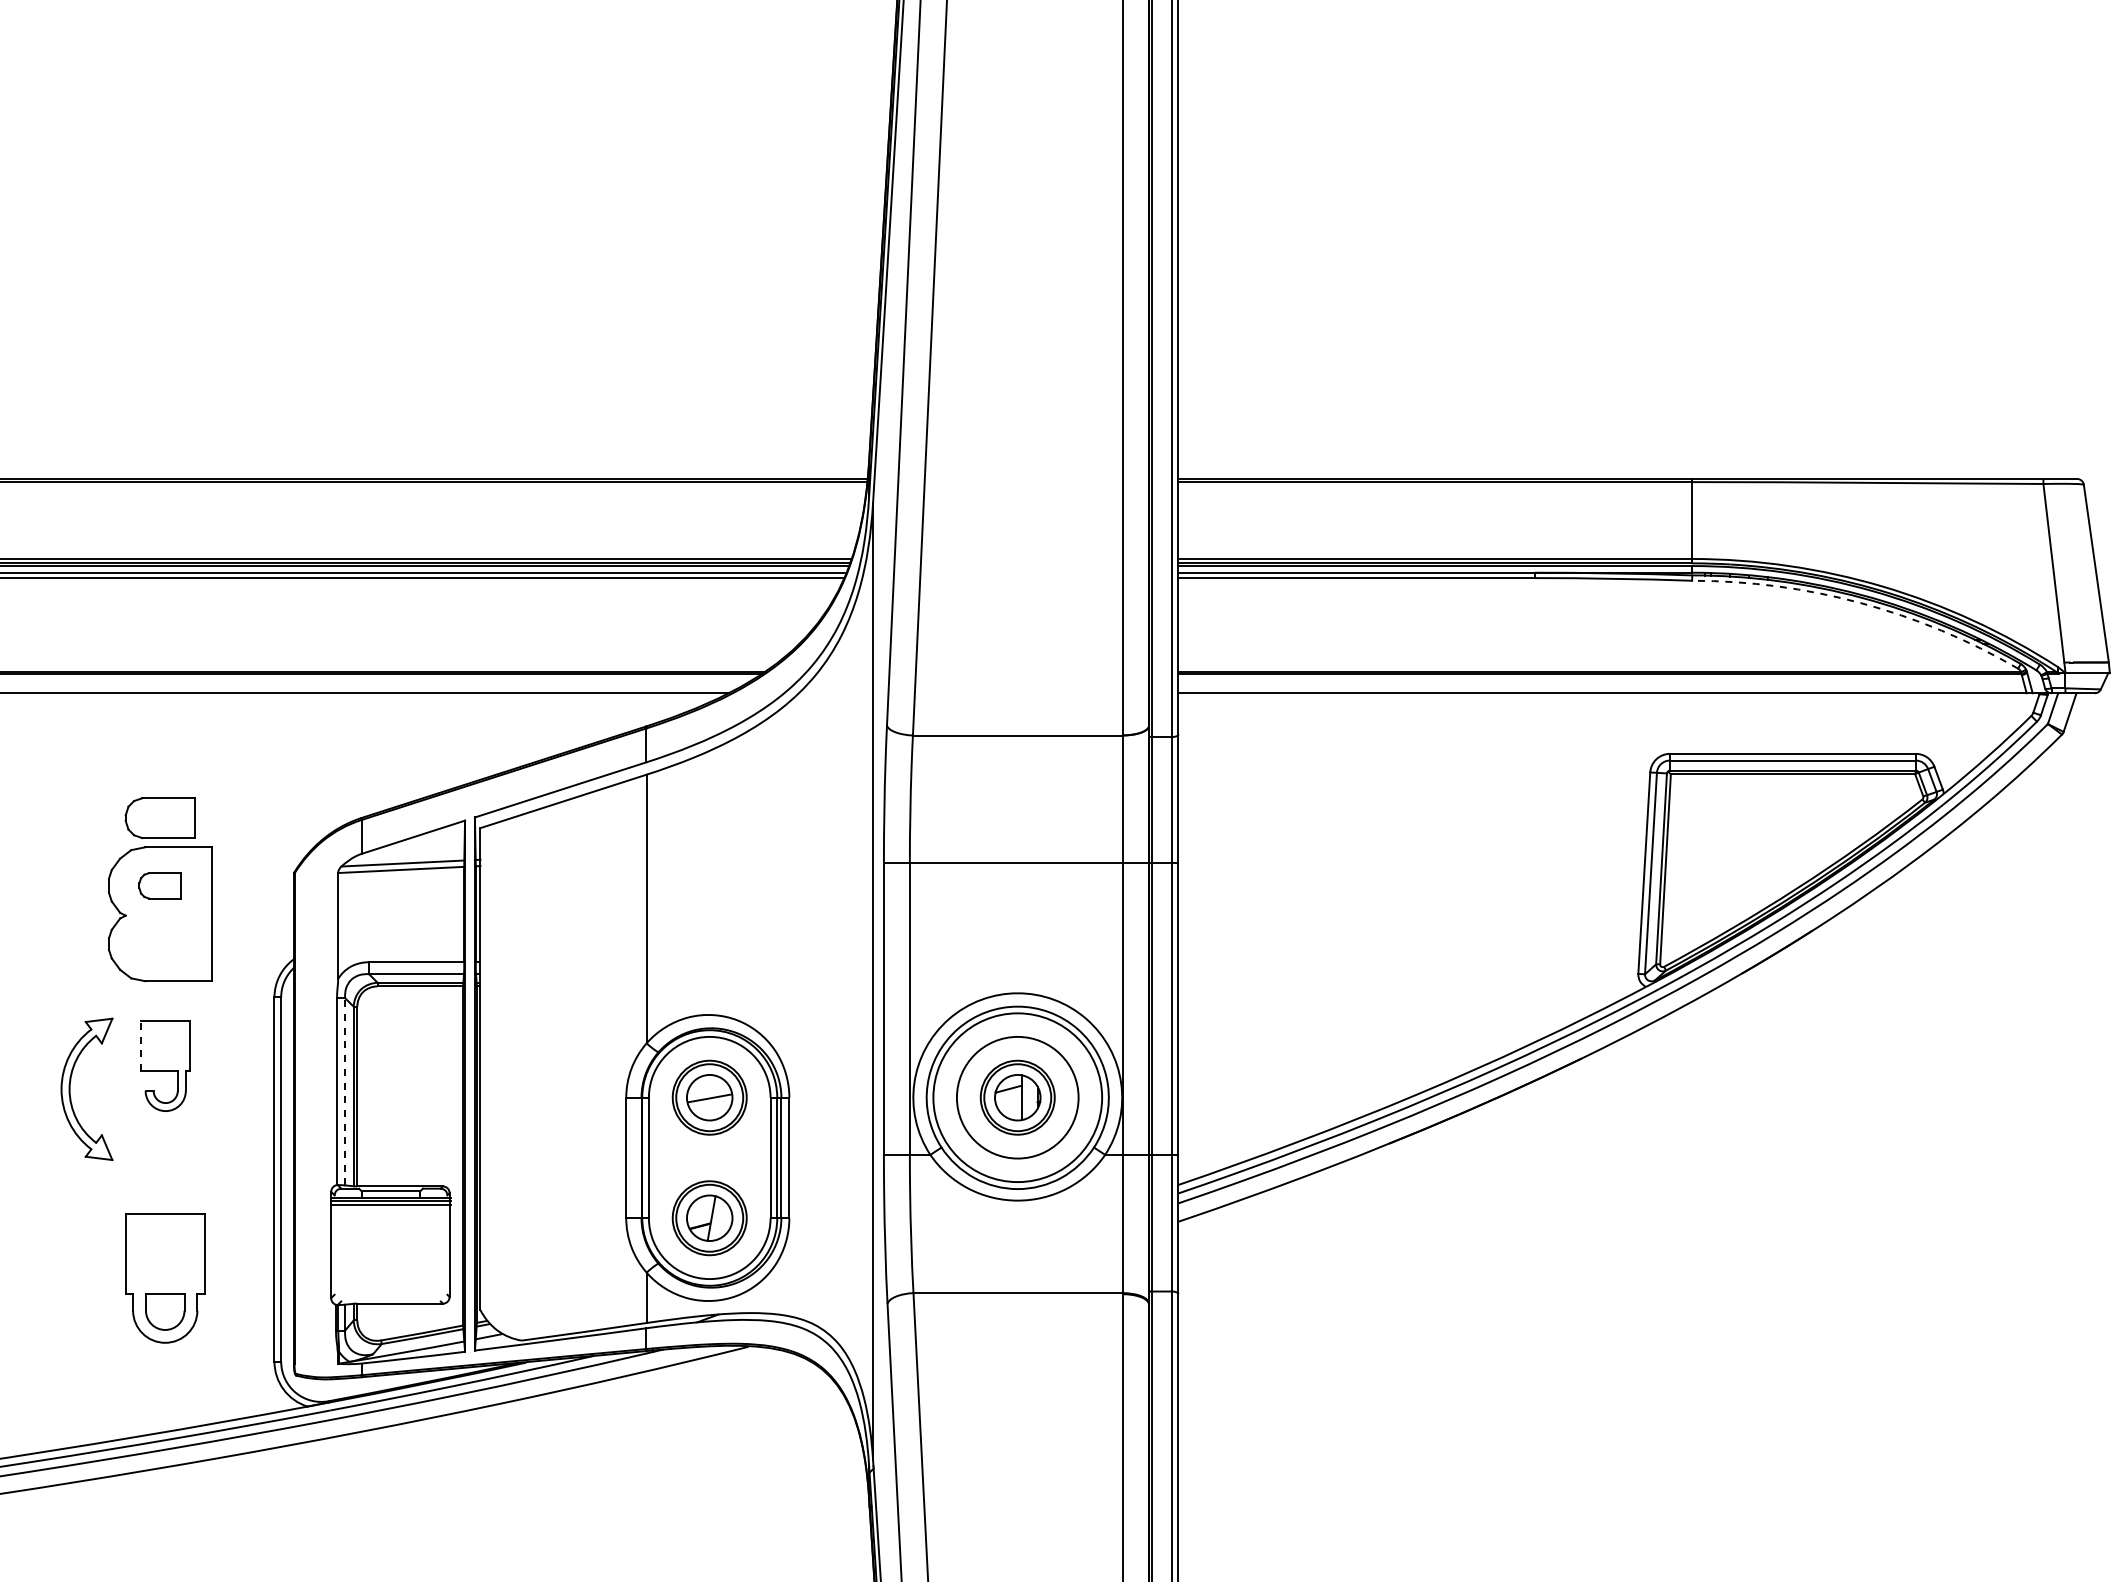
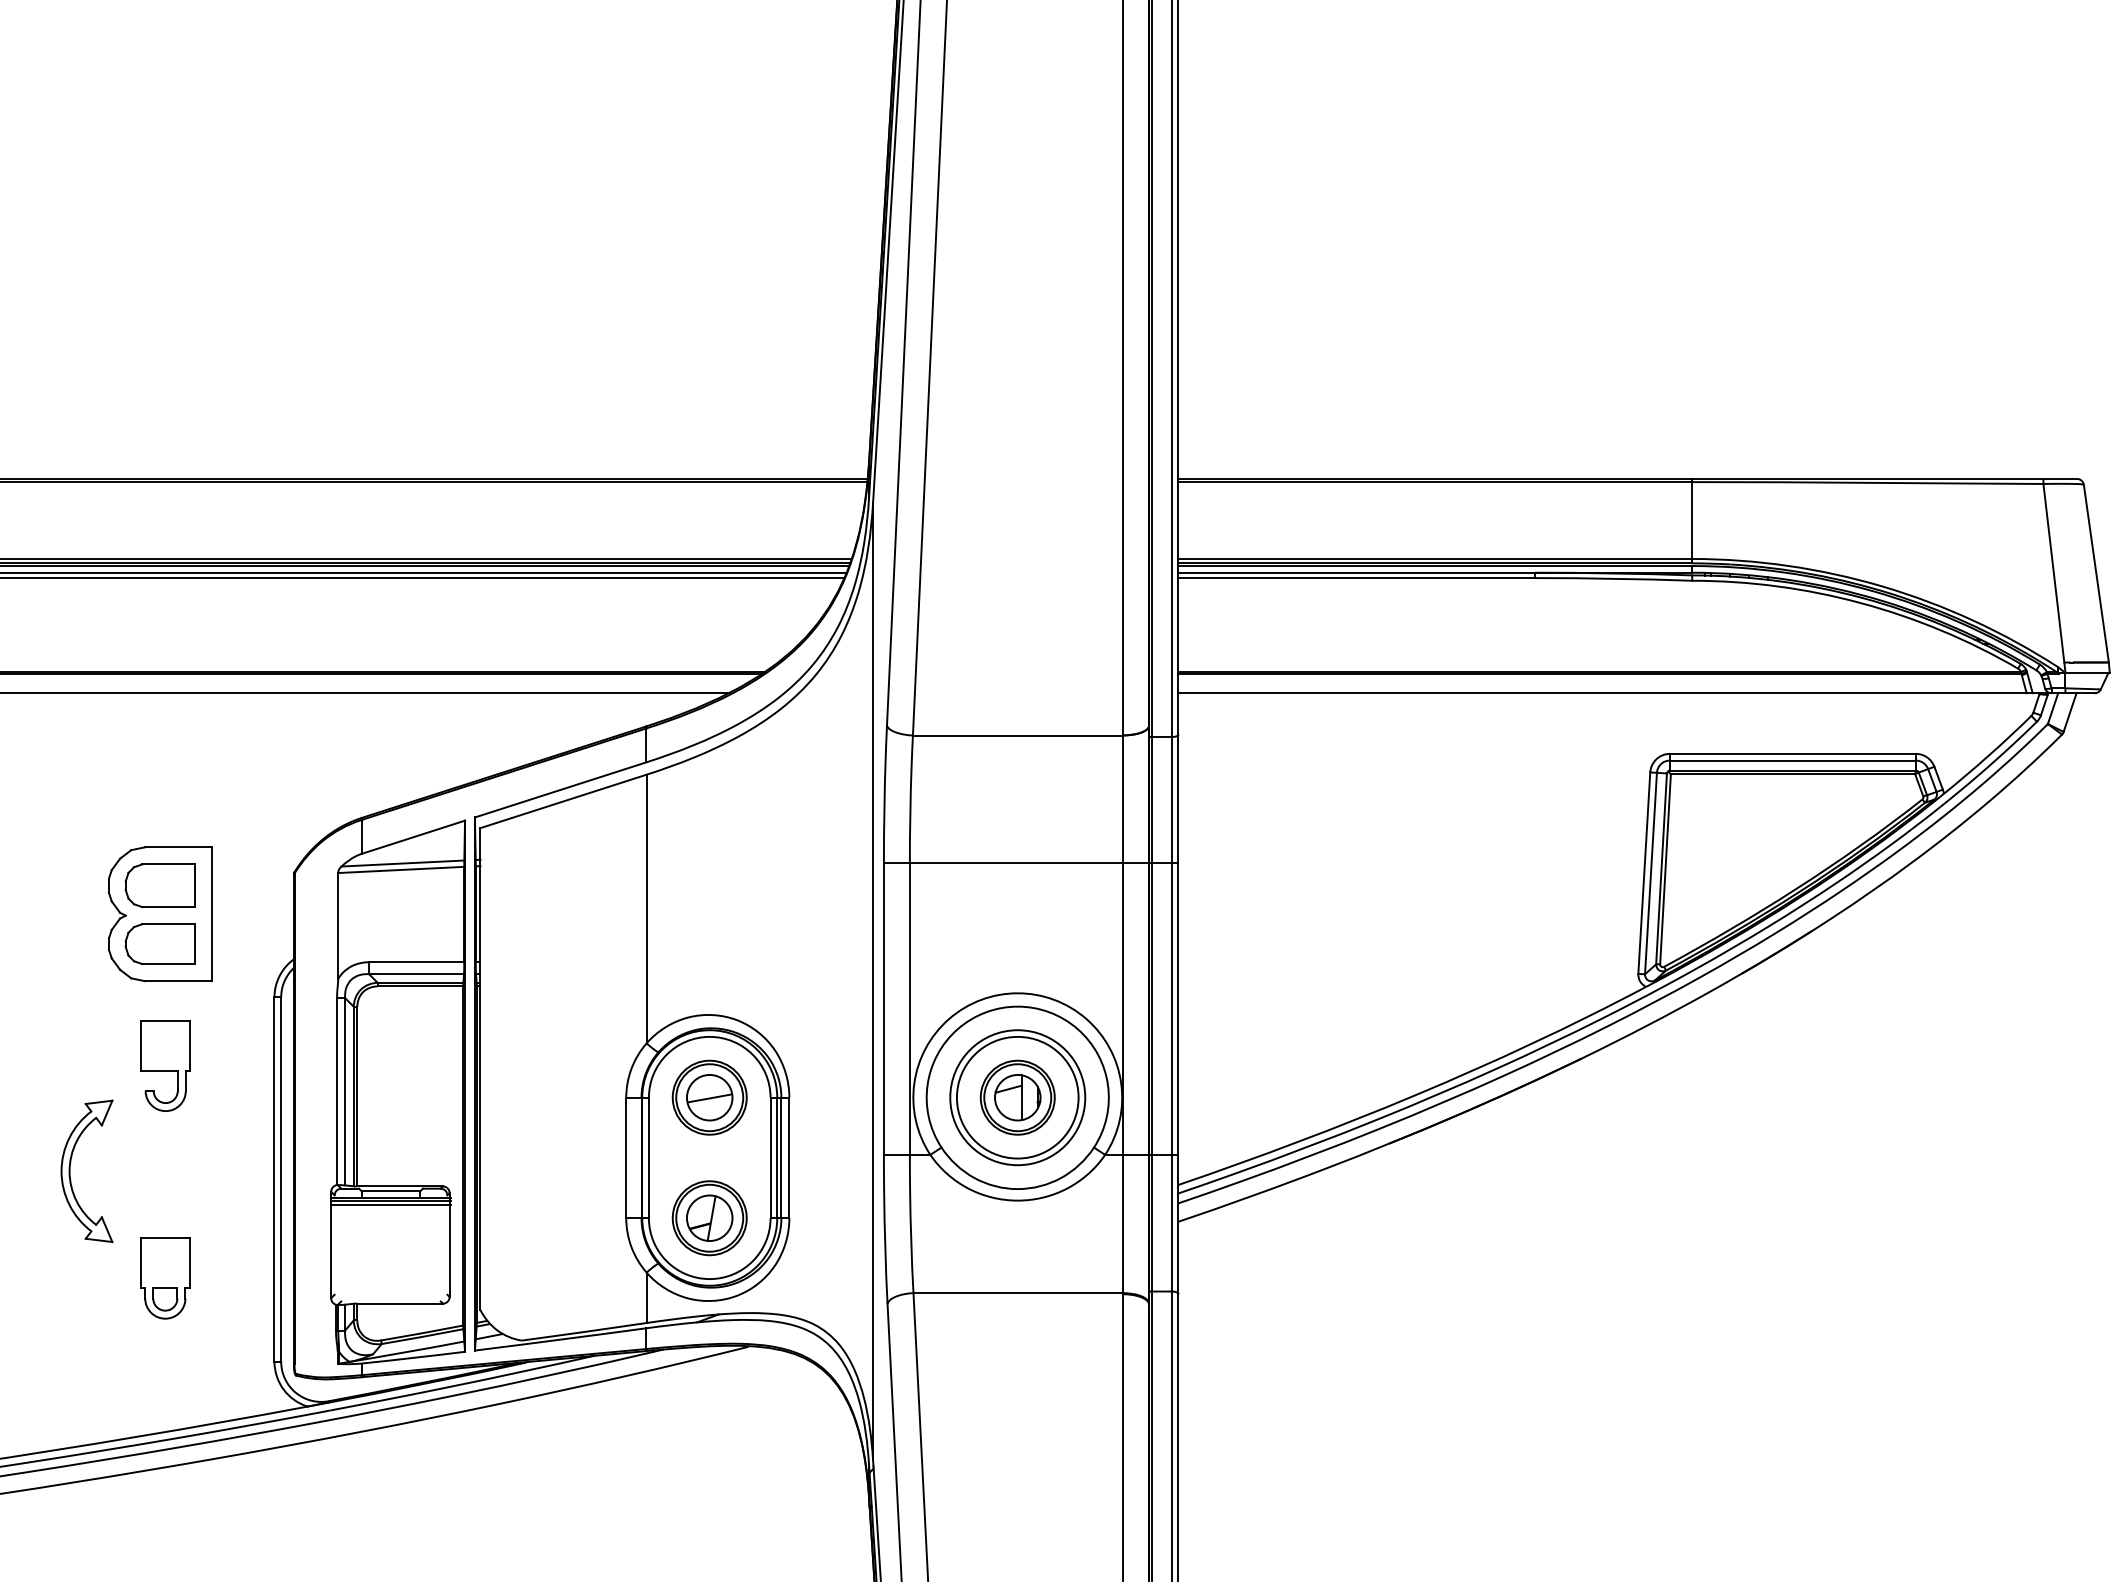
arc at (1860, 603): dashed -> solid
part at (159, 818) position: (159, 818) -> (159, 944)
part at (159, 885) size: 44x28 px -> 72x46 px
line at (140, 1046): dashed -> solid
part at (70, 1088) position: (70, 1088) -> (70, 1170)
line at (345, 1091): dashed -> solid
circle at (1017, 1097) diameter: 169 px -> 135 px
part at (165, 1278) size: 81x131 px -> 51x83 px
